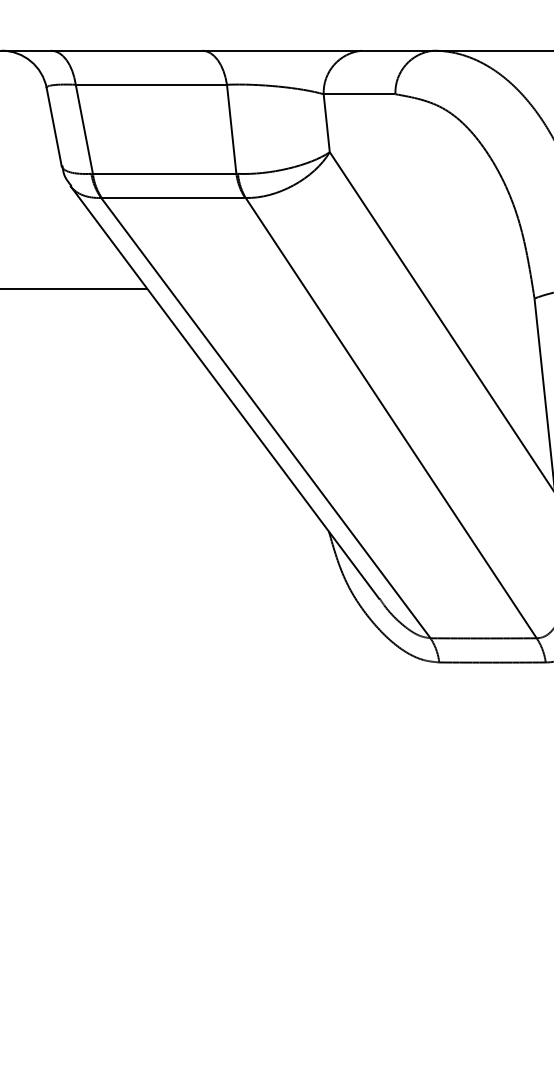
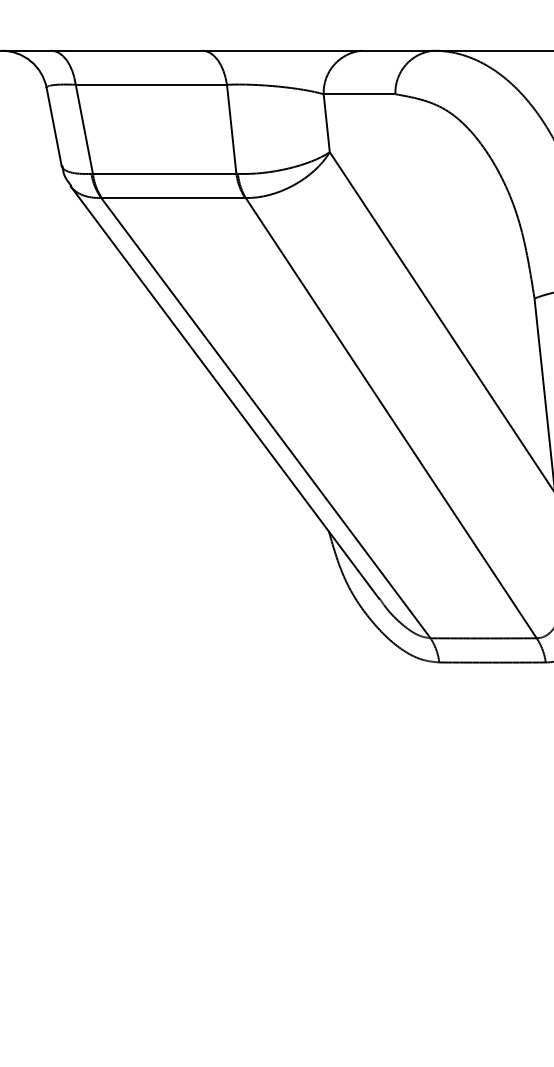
line at (74, 289): present -> none
